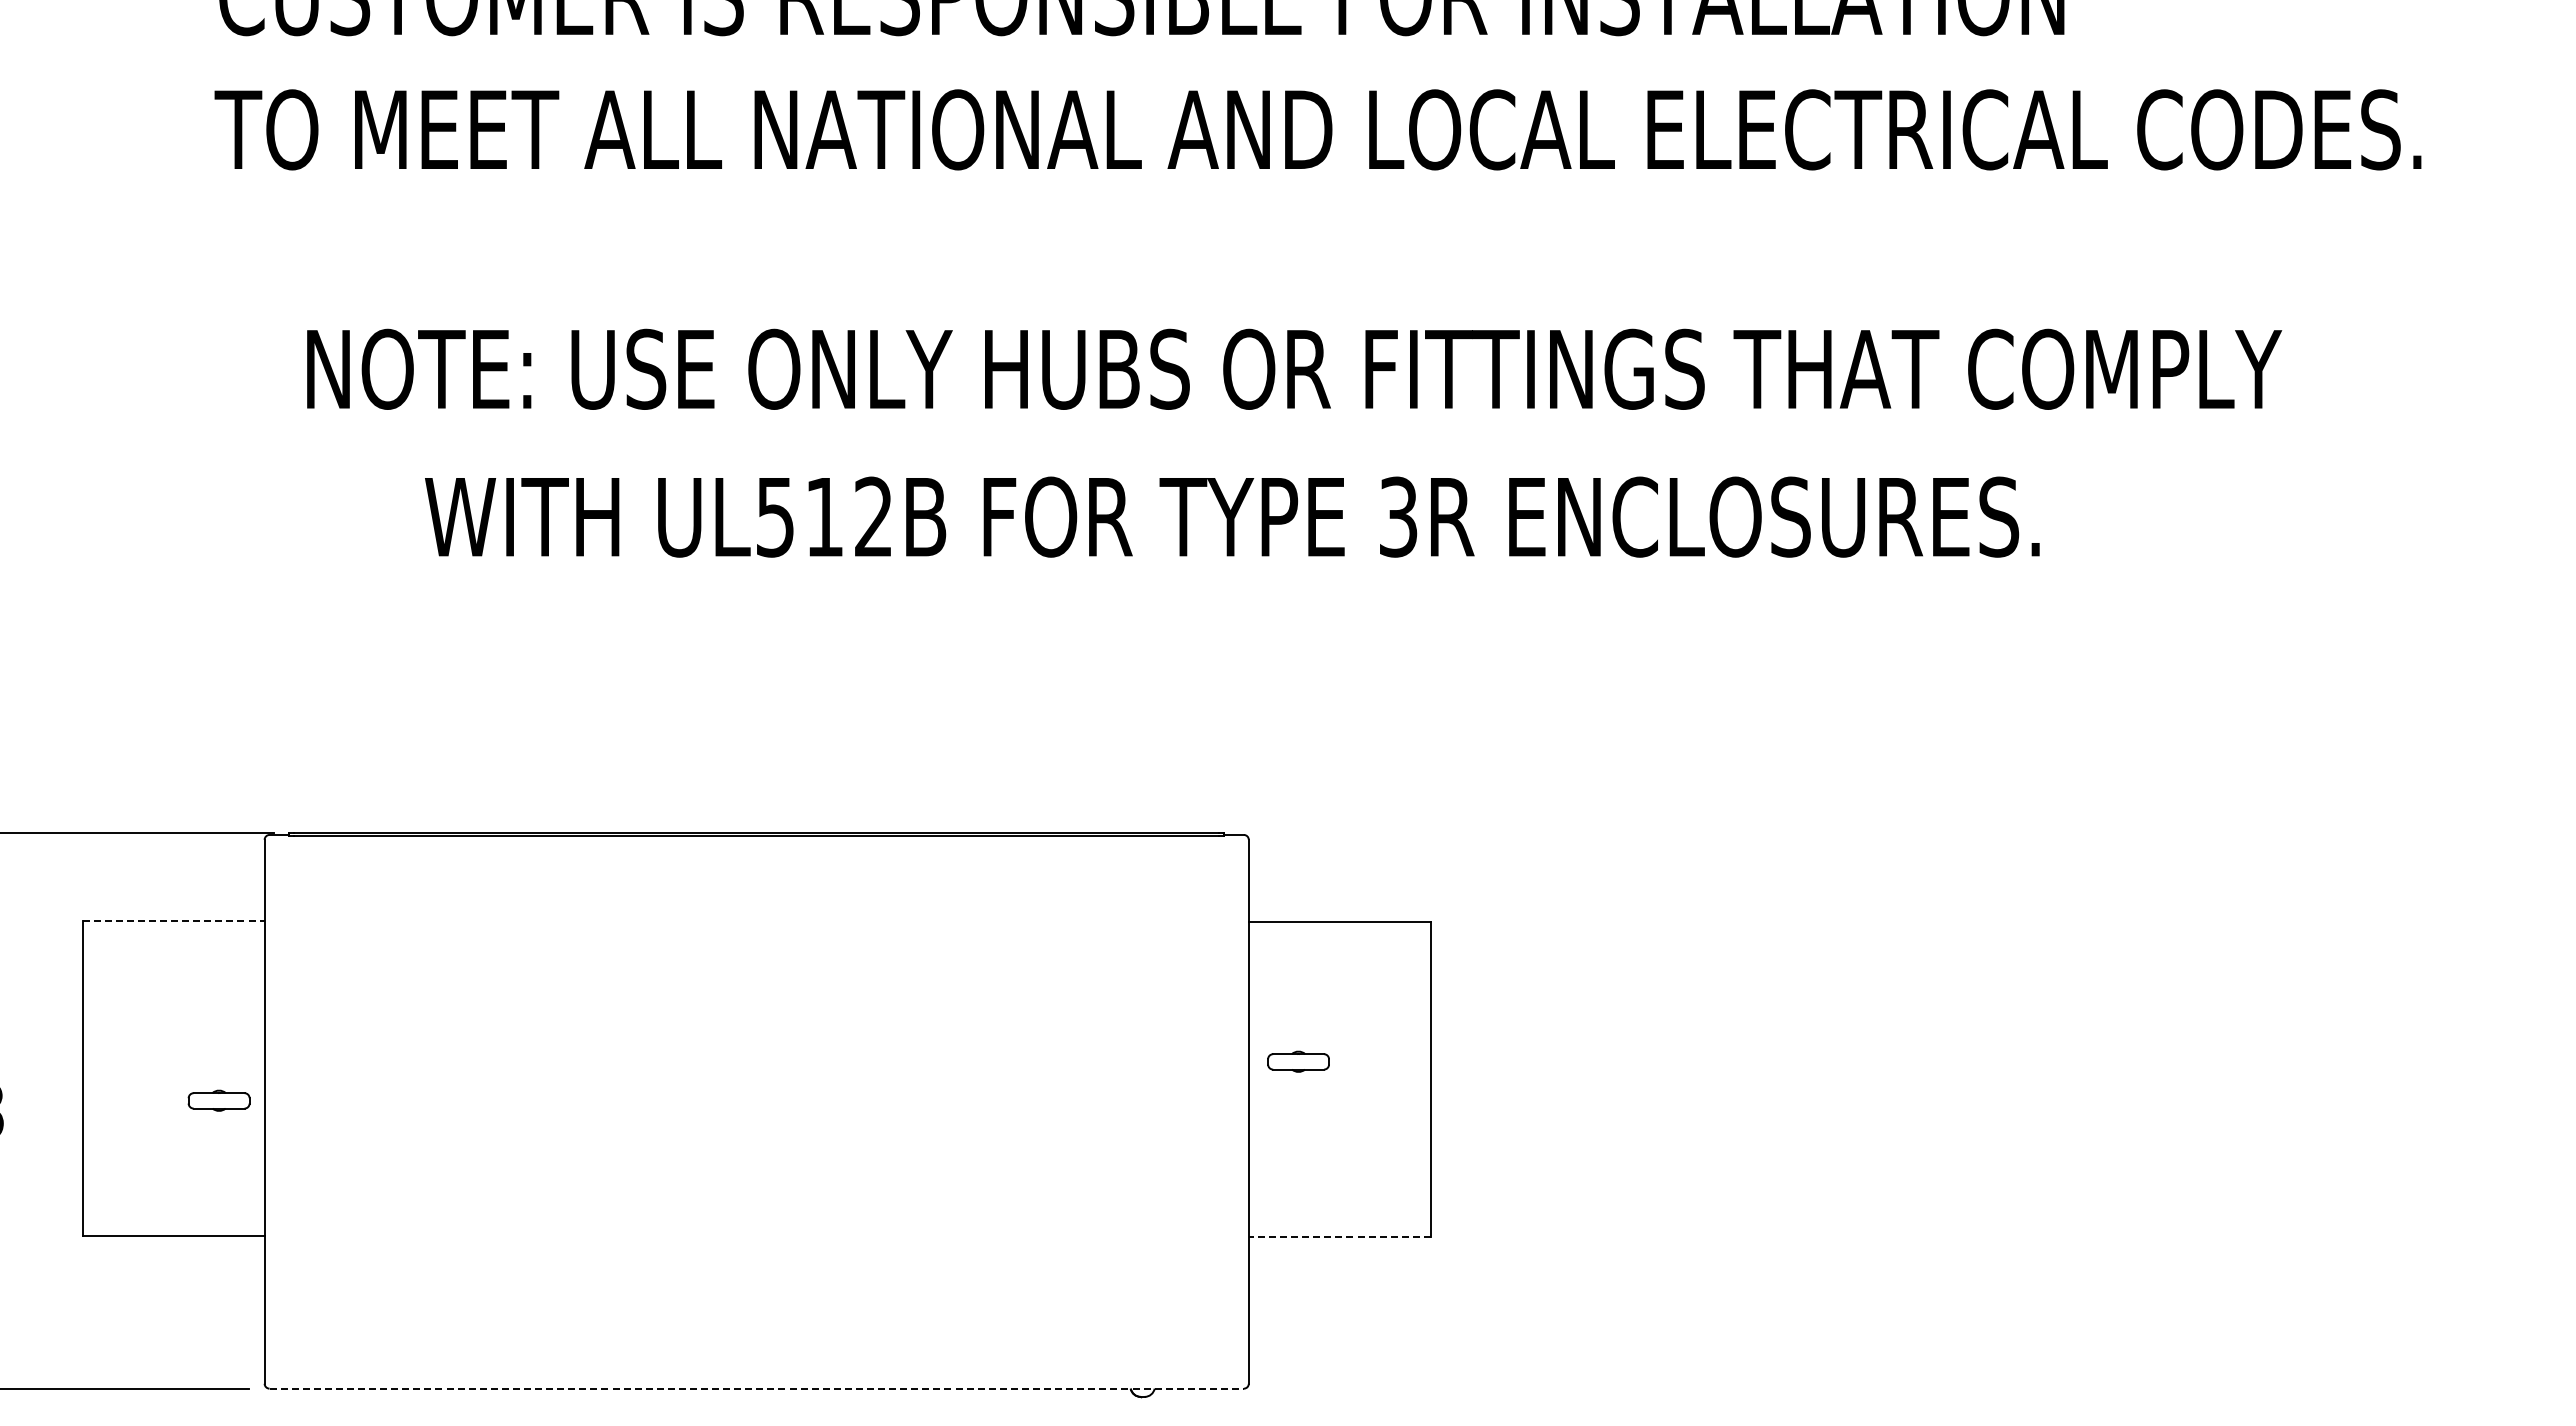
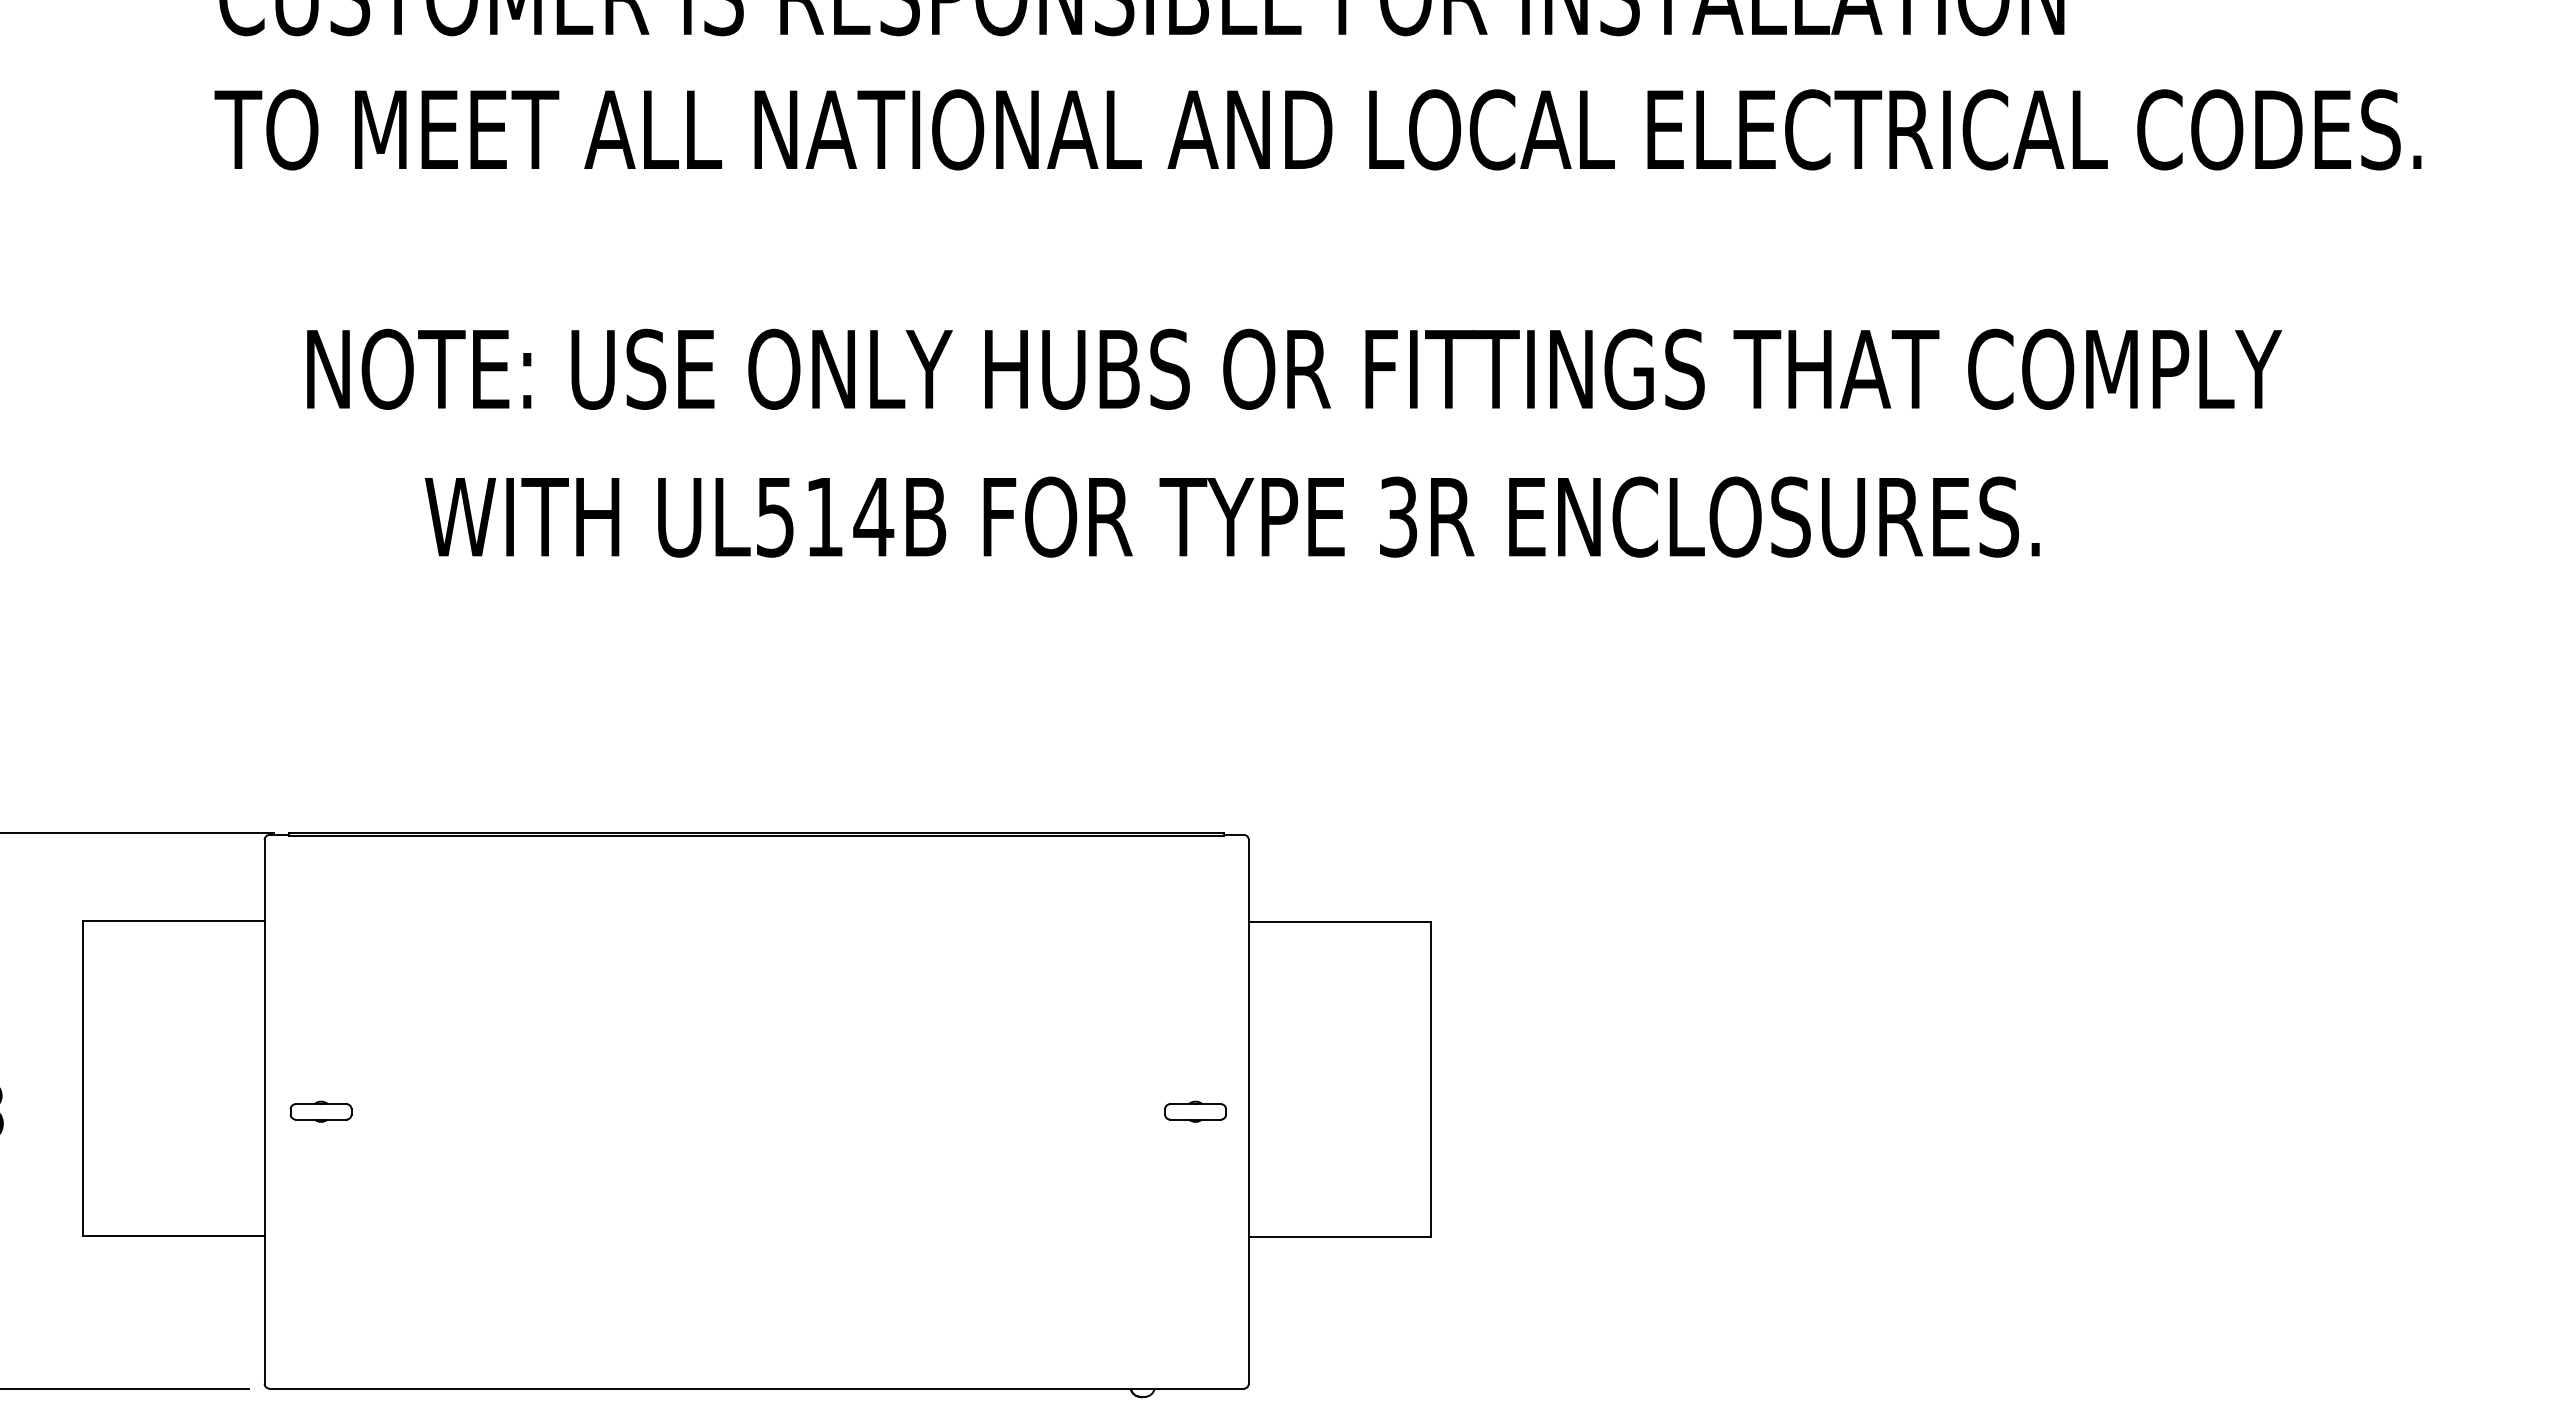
text at (873, 516): UL512B -> UL514B
line at (174, 921): dashed -> solid
part at (1298, 1061) position: (1298, 1061) -> (1195, 1111)
part at (218, 1100) position: (218, 1100) -> (320, 1111)
line at (1339, 1236): dashed -> solid
line at (757, 1388): dashed -> solid
